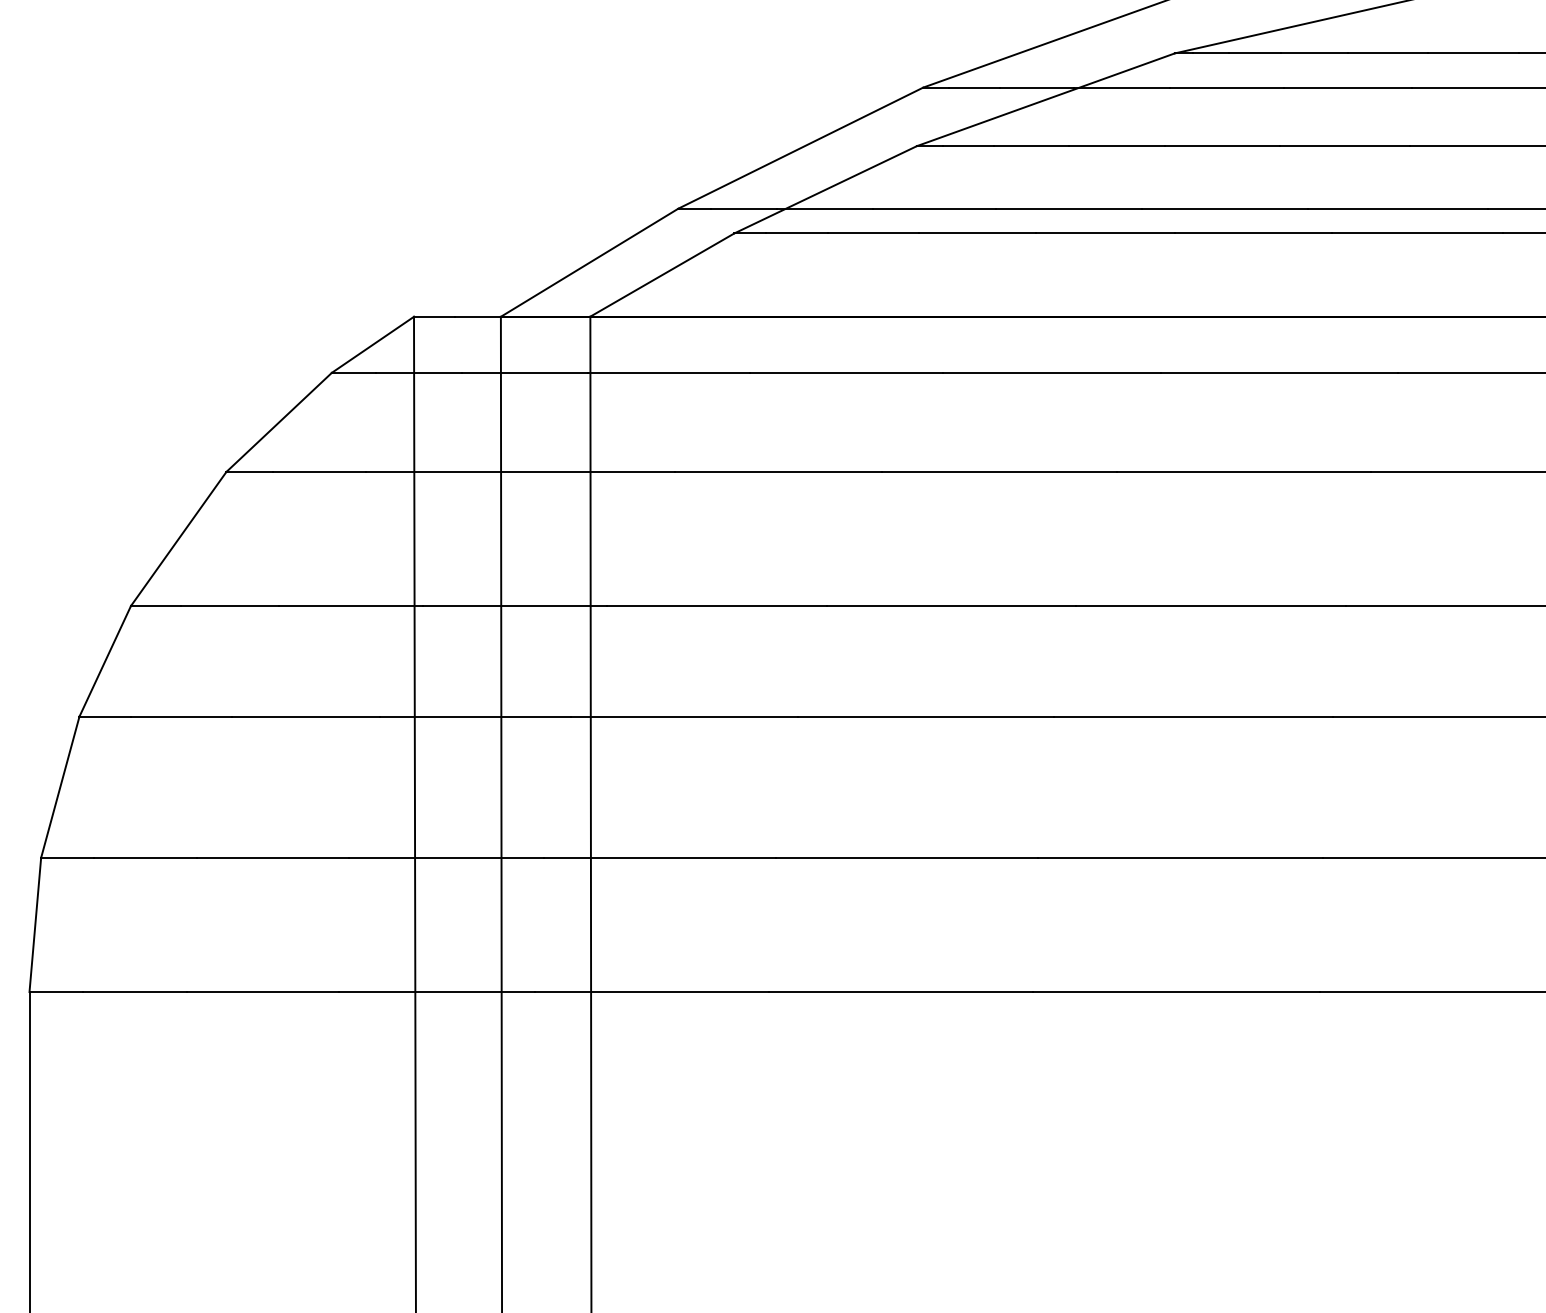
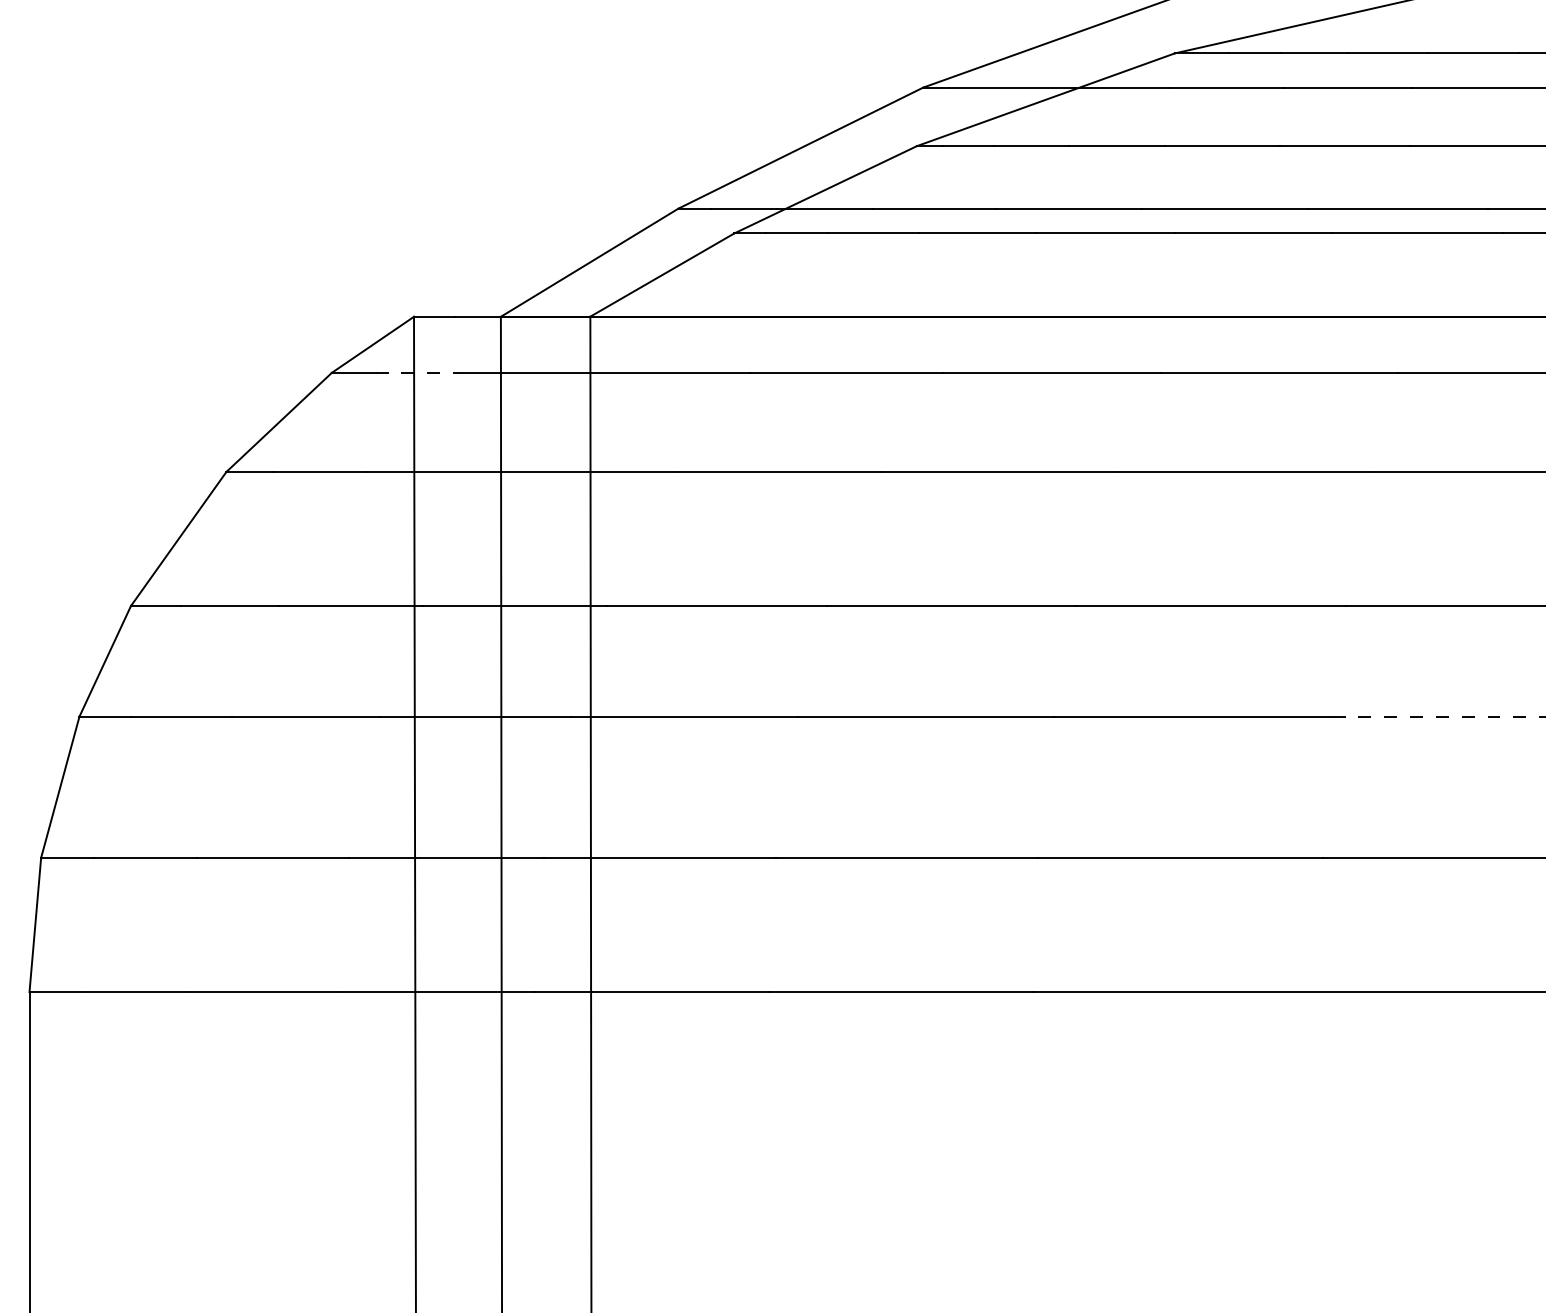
line at (419, 372): solid -> dashed
line at (1439, 716): solid -> dashed
